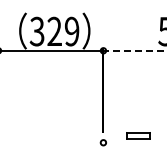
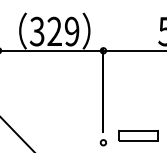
line at (134, 50): dashed -> solid
line at (17, 133): none -> present
part at (138, 135) size: 25x8 px -> 41x12 px
